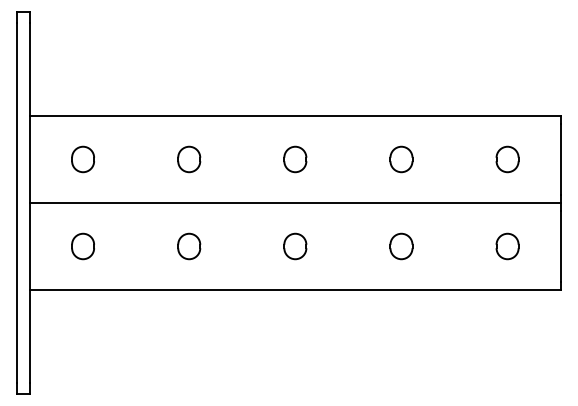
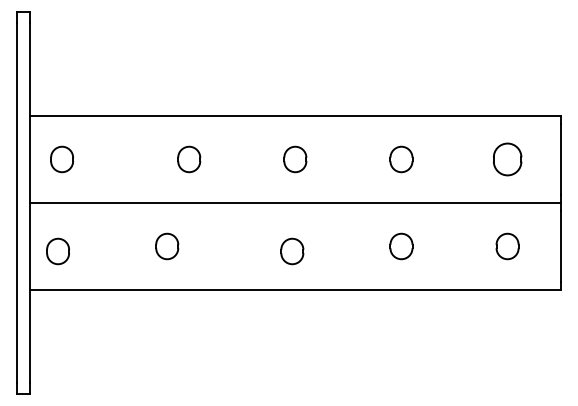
part at (82, 159) position: (82, 159) -> (61, 159)
part at (507, 159) size: 25x29 px -> 30x35 px
part at (82, 246) position: (82, 246) -> (57, 251)
part at (189, 246) position: (189, 246) -> (167, 246)
part at (295, 246) position: (295, 246) -> (292, 251)
